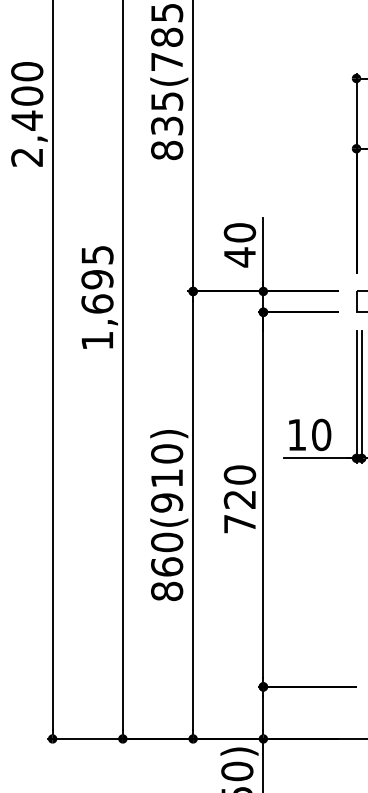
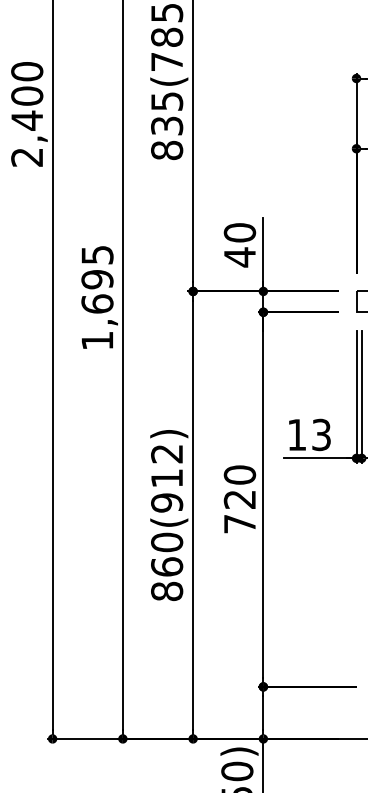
text at (321, 434): 10 -> 13
text at (167, 453): 860(910) -> 860(912)
